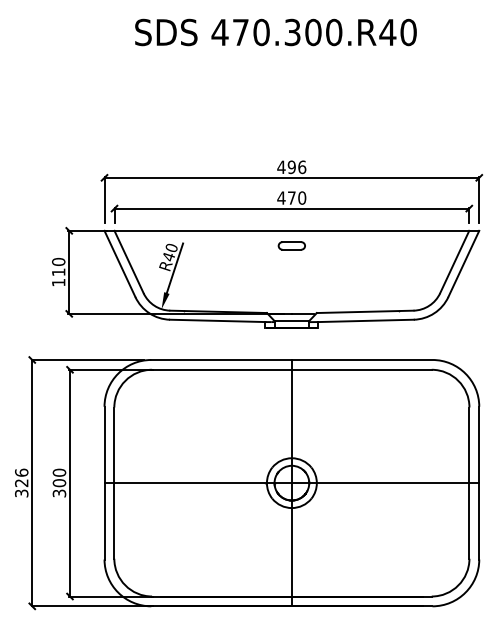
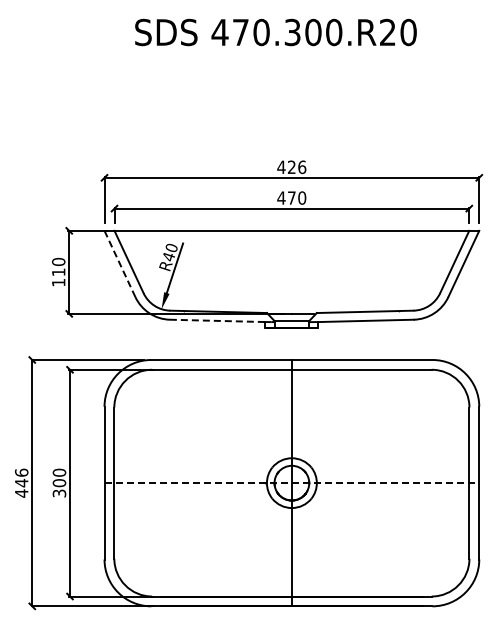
text at (387, 31): 470.300.R40 -> 470.300.R20
text at (291, 167): 496 -> 426
part at (291, 245): present -> none
line at (119, 263): solid -> dashed
line at (217, 320): solid -> dashed
line at (292, 483): solid -> dashed
text at (21, 487): 326 -> 446
